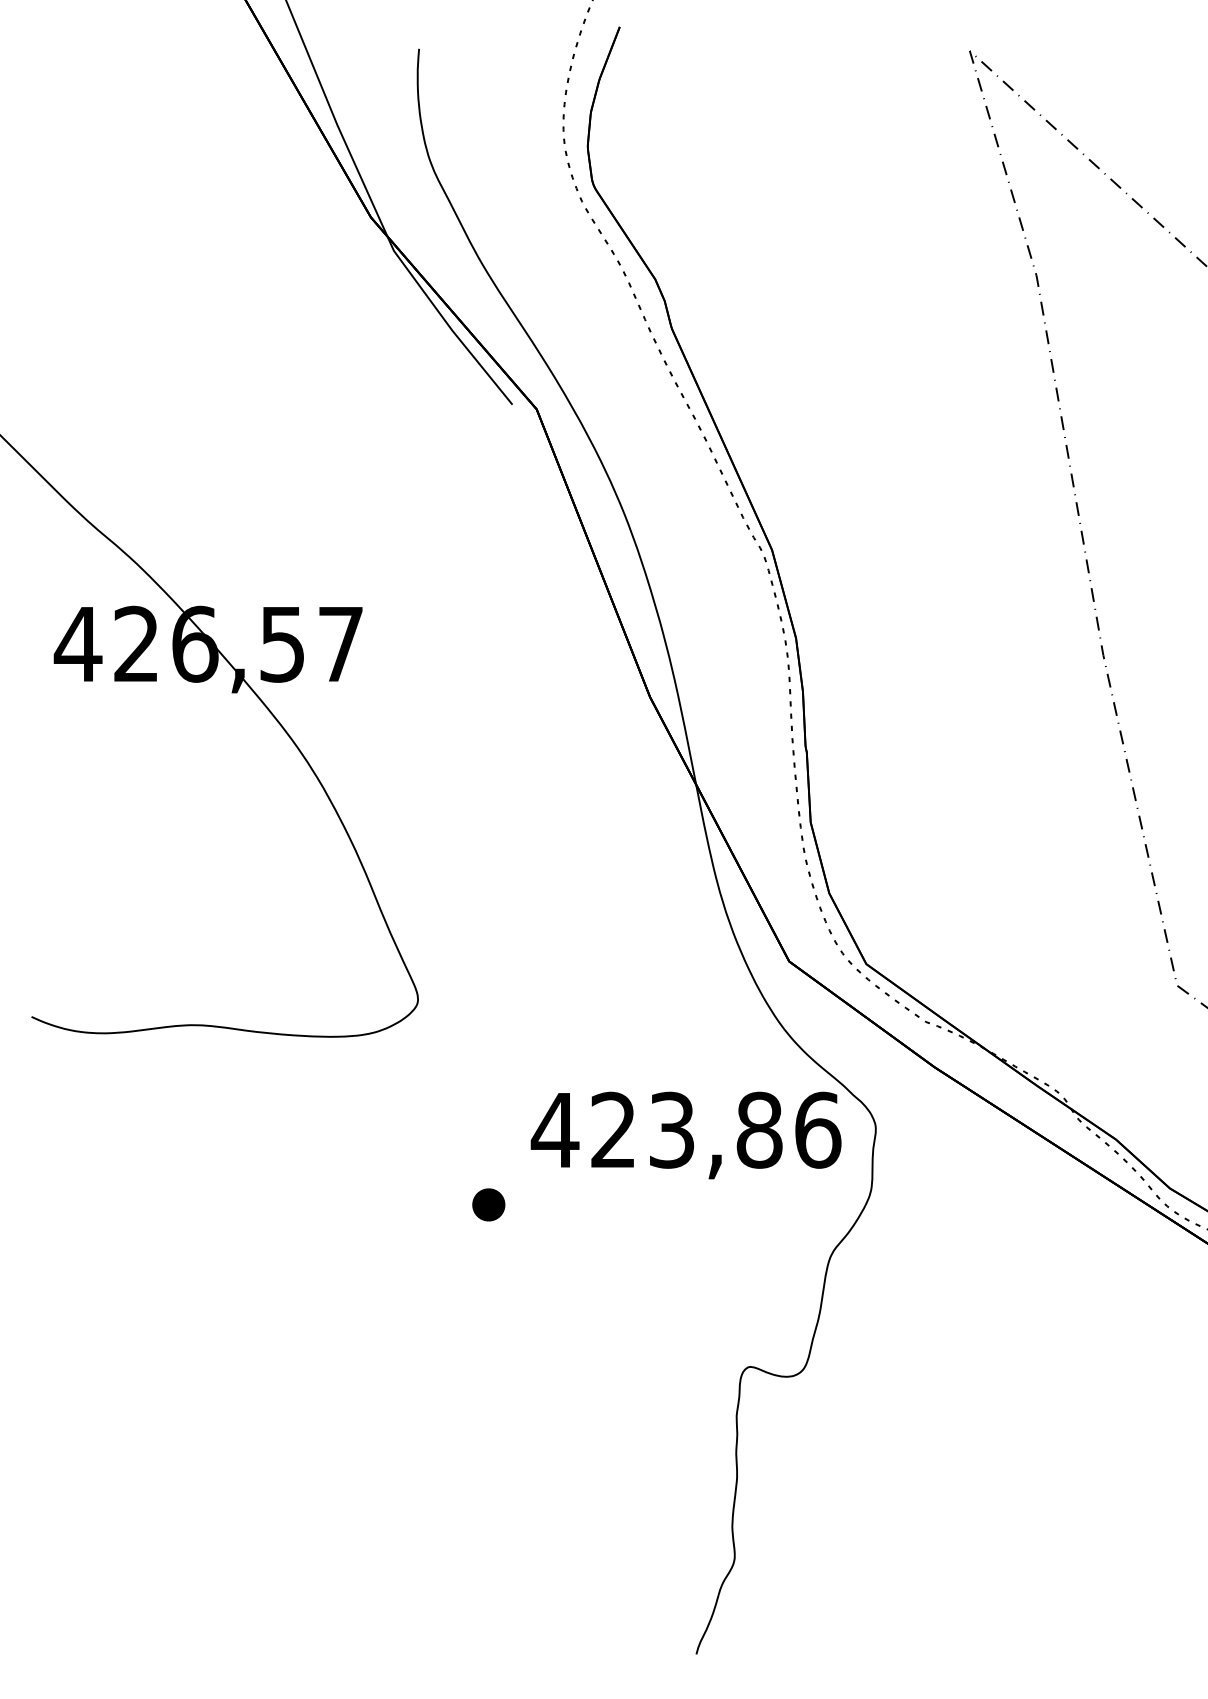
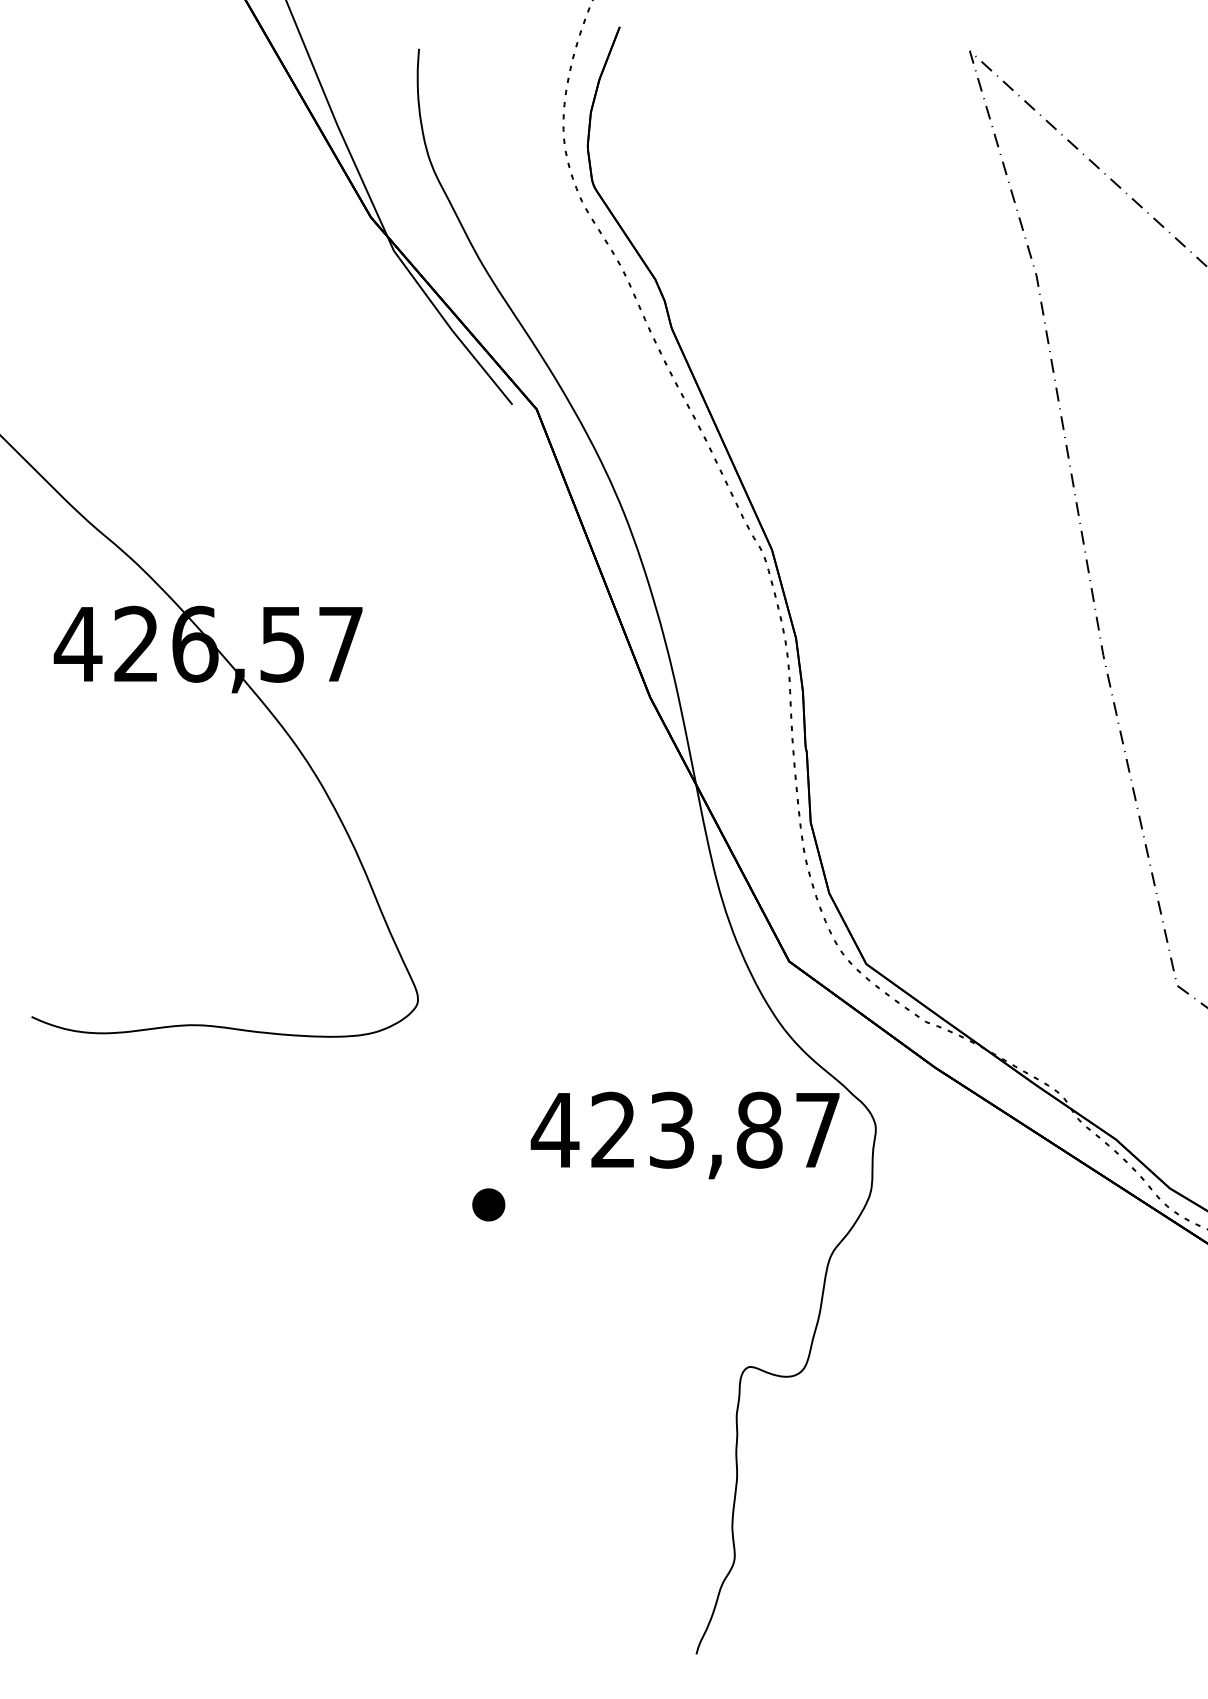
text at (818, 1129): 423,86 -> 423,87
